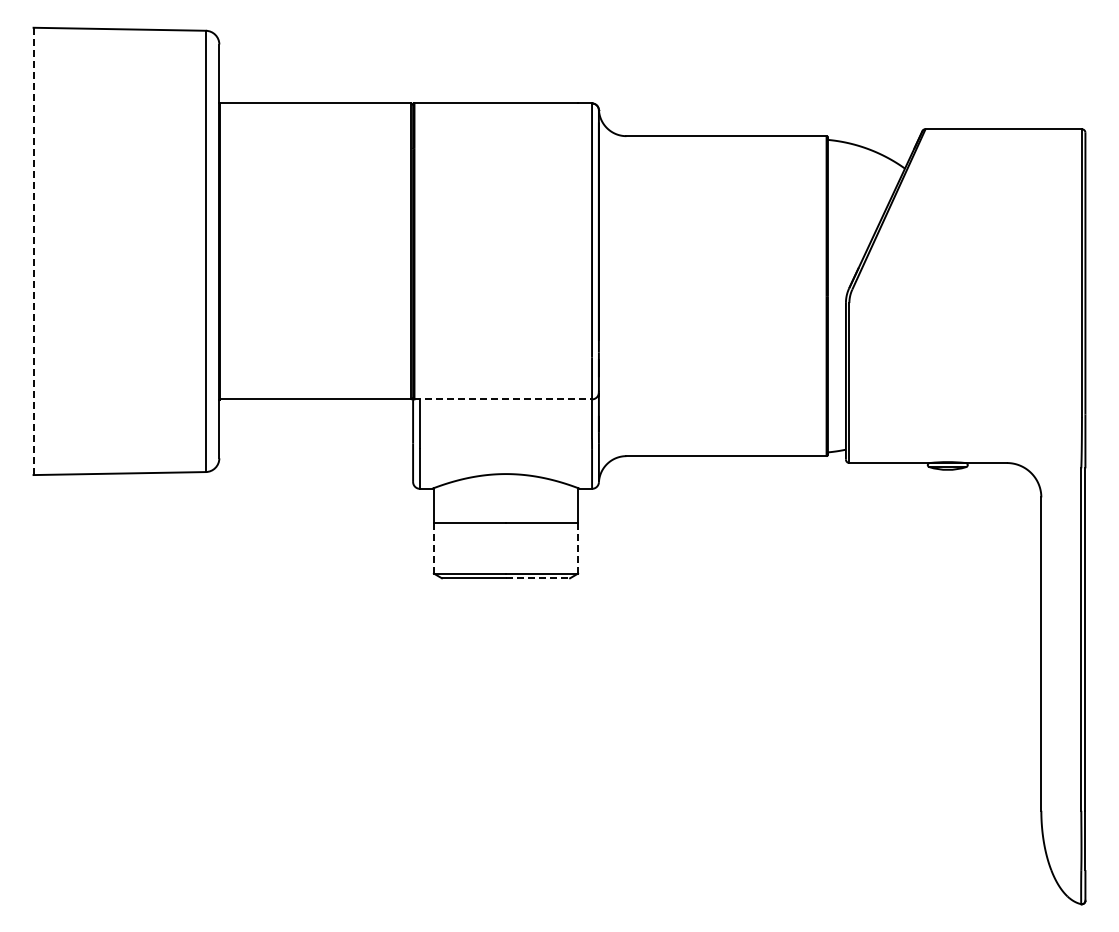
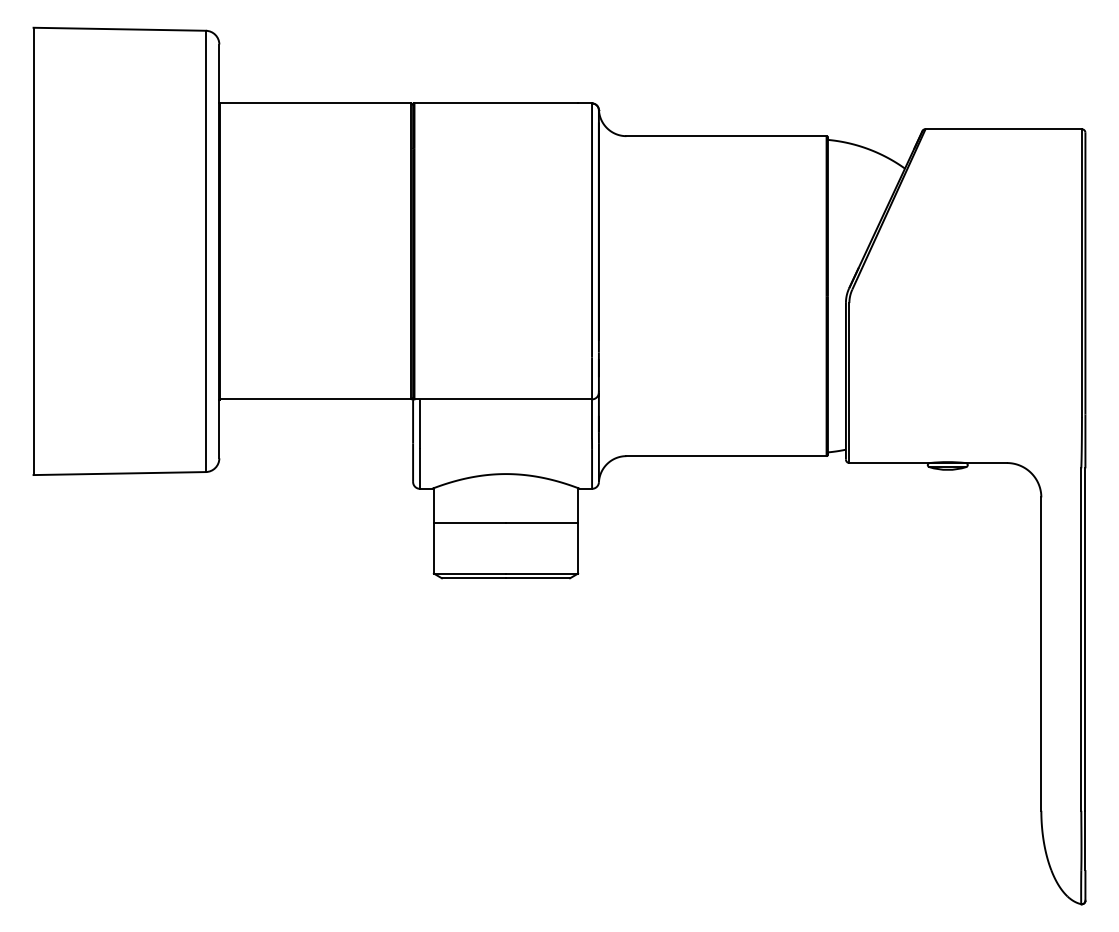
line at (33, 251): dashed -> solid
line at (503, 399): dashed -> solid
line at (578, 547): dashed -> solid
line at (433, 548): dashed -> solid
line at (538, 578): dashed -> solid
